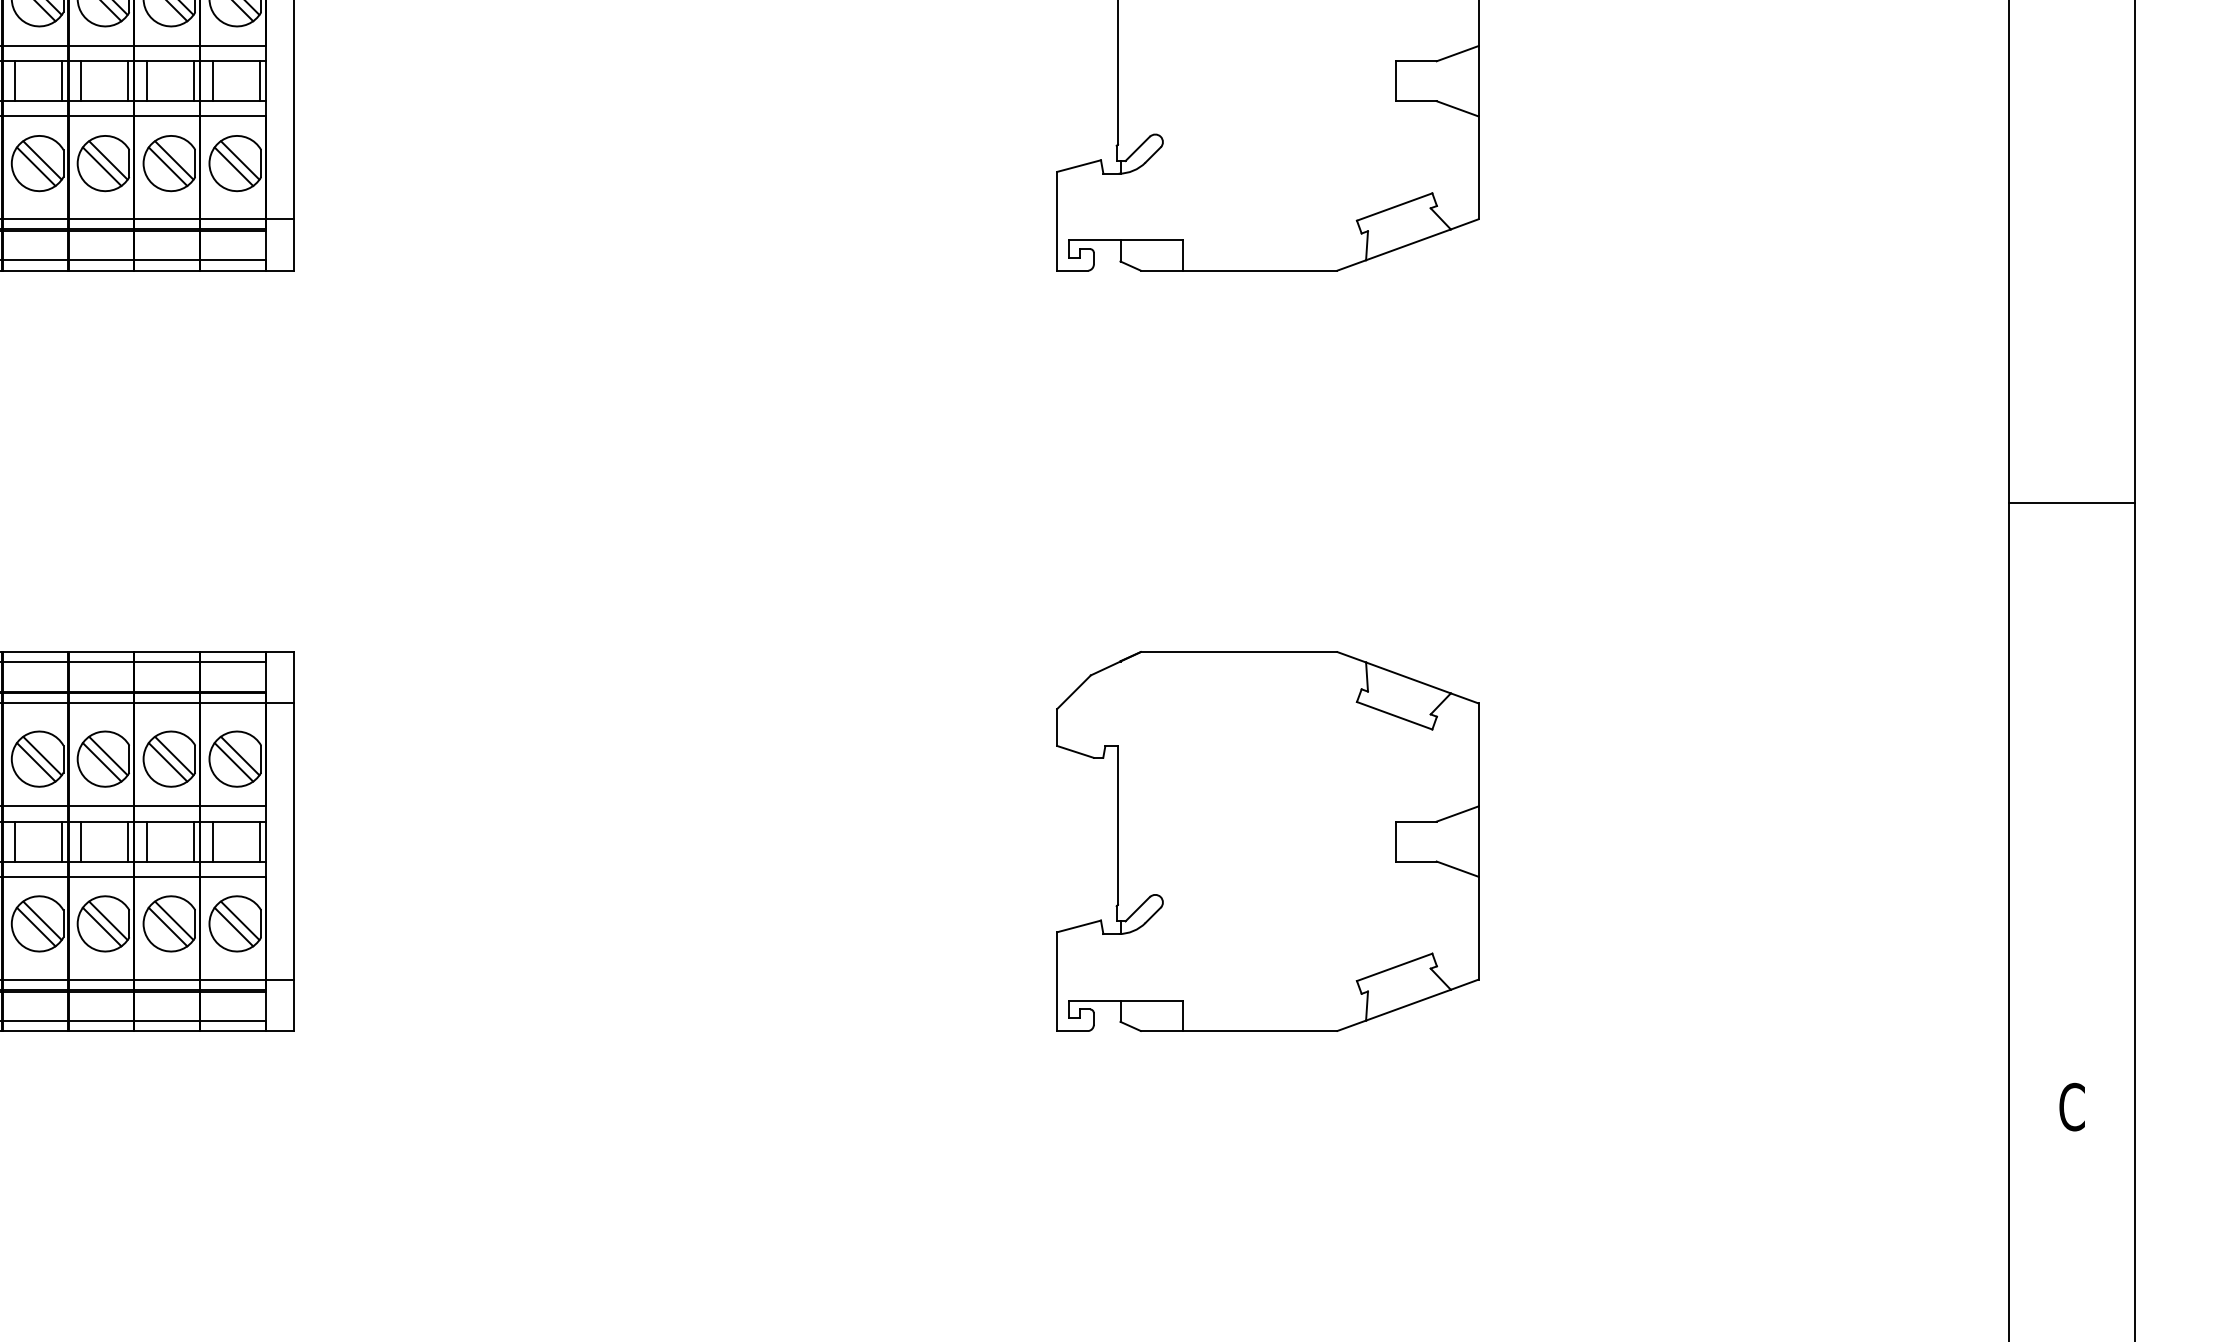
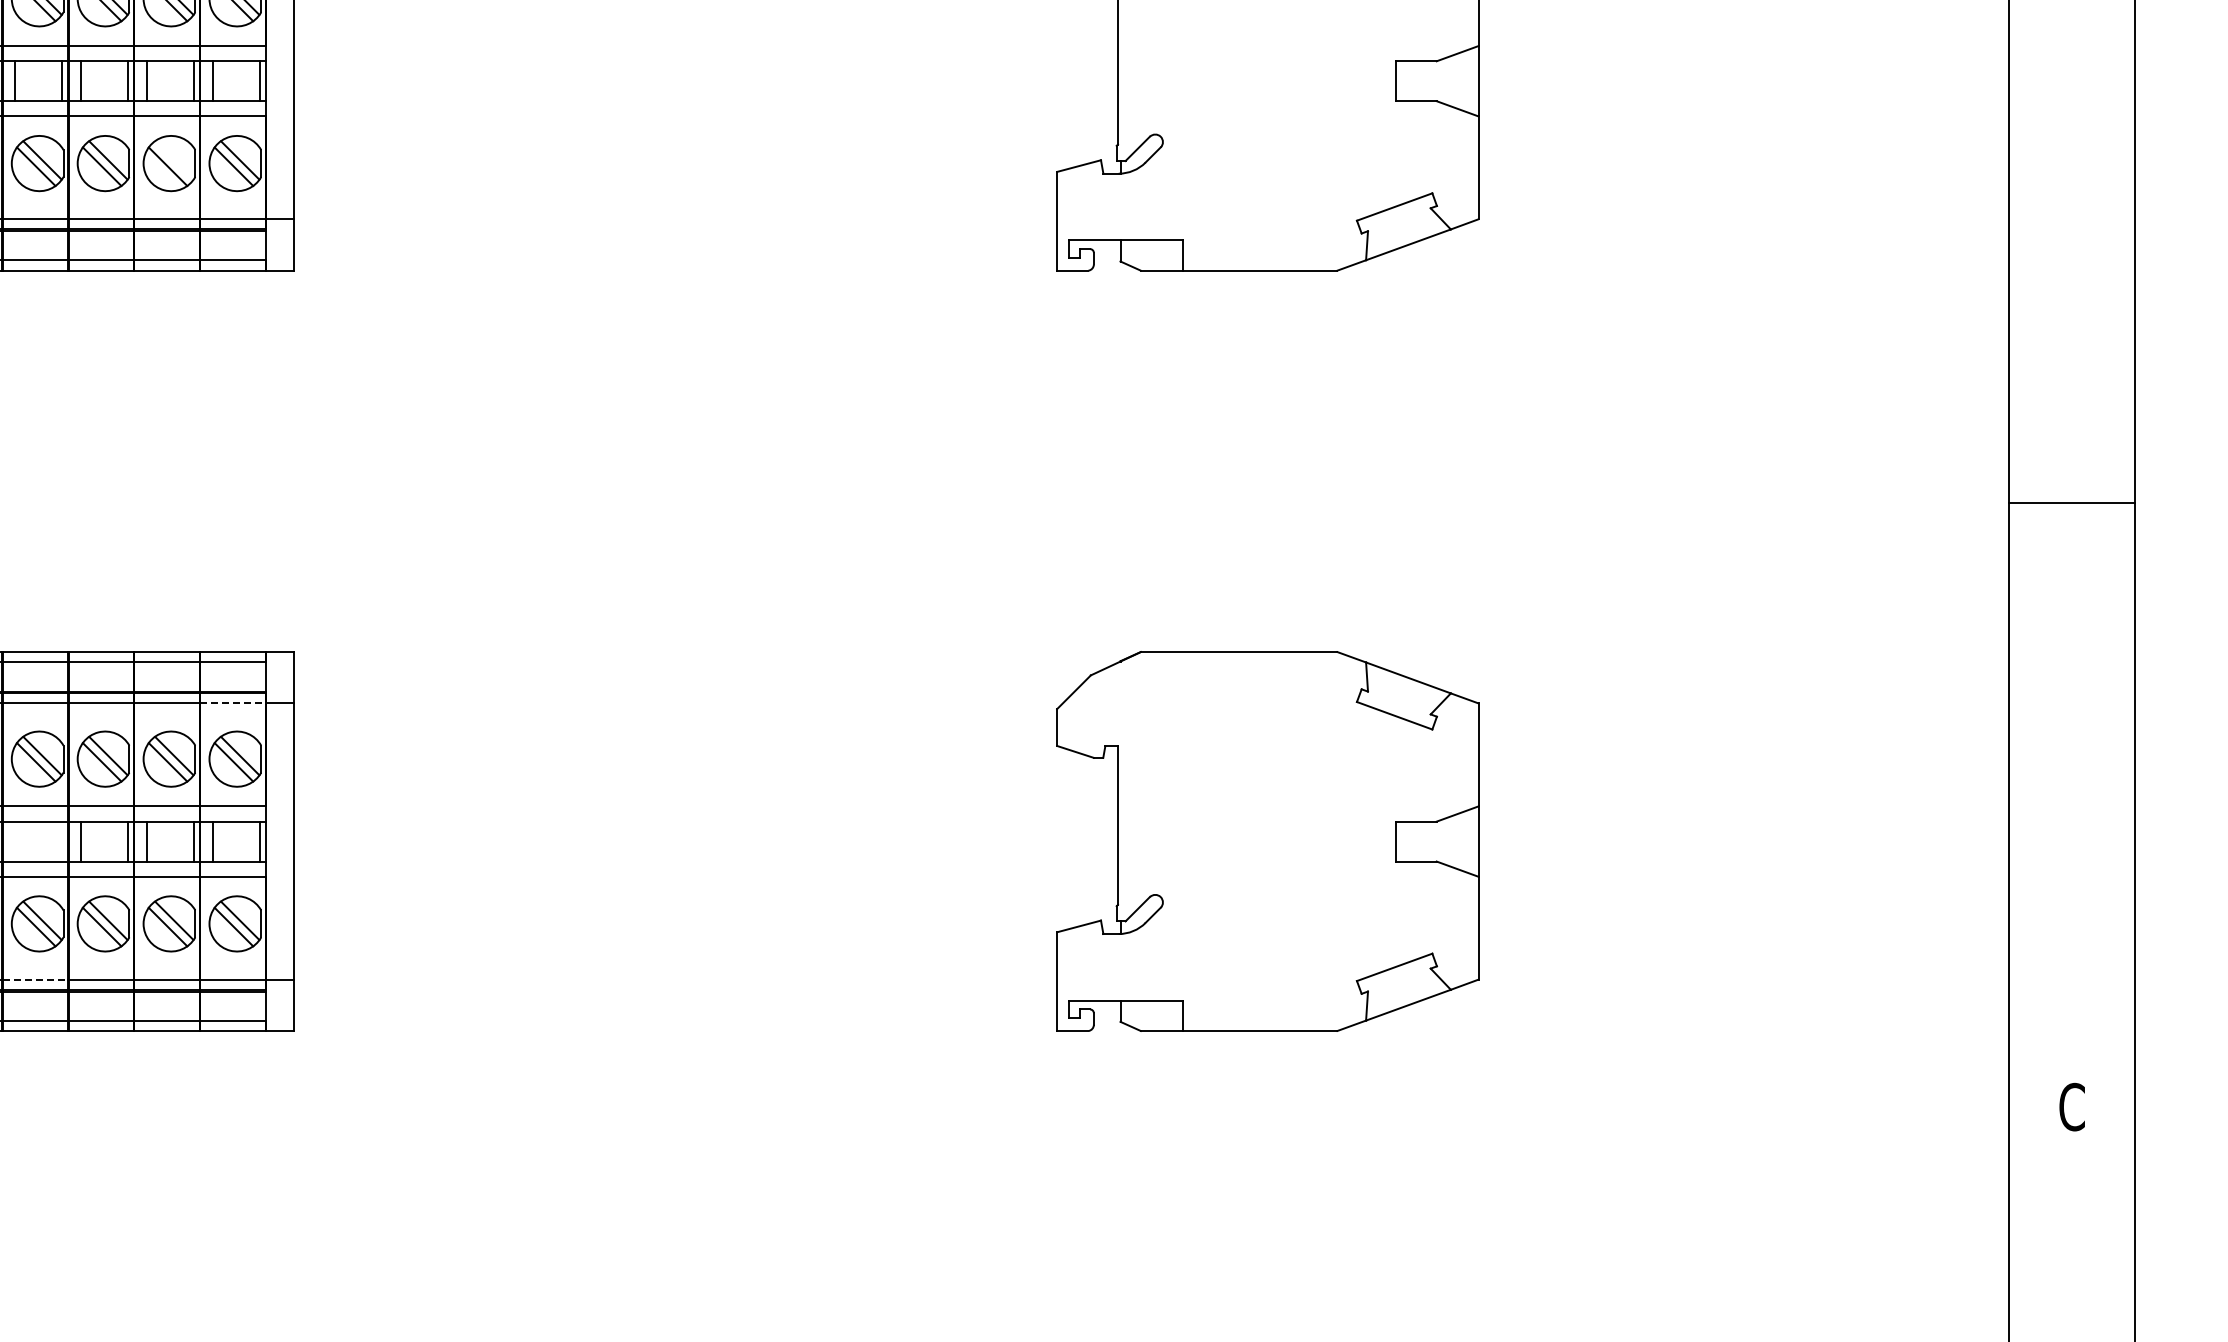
line at (174, 160): present -> none
line at (233, 703): solid -> dashed
line at (15, 841): present -> none
line at (61, 841): present -> none
line at (35, 979): solid -> dashed
